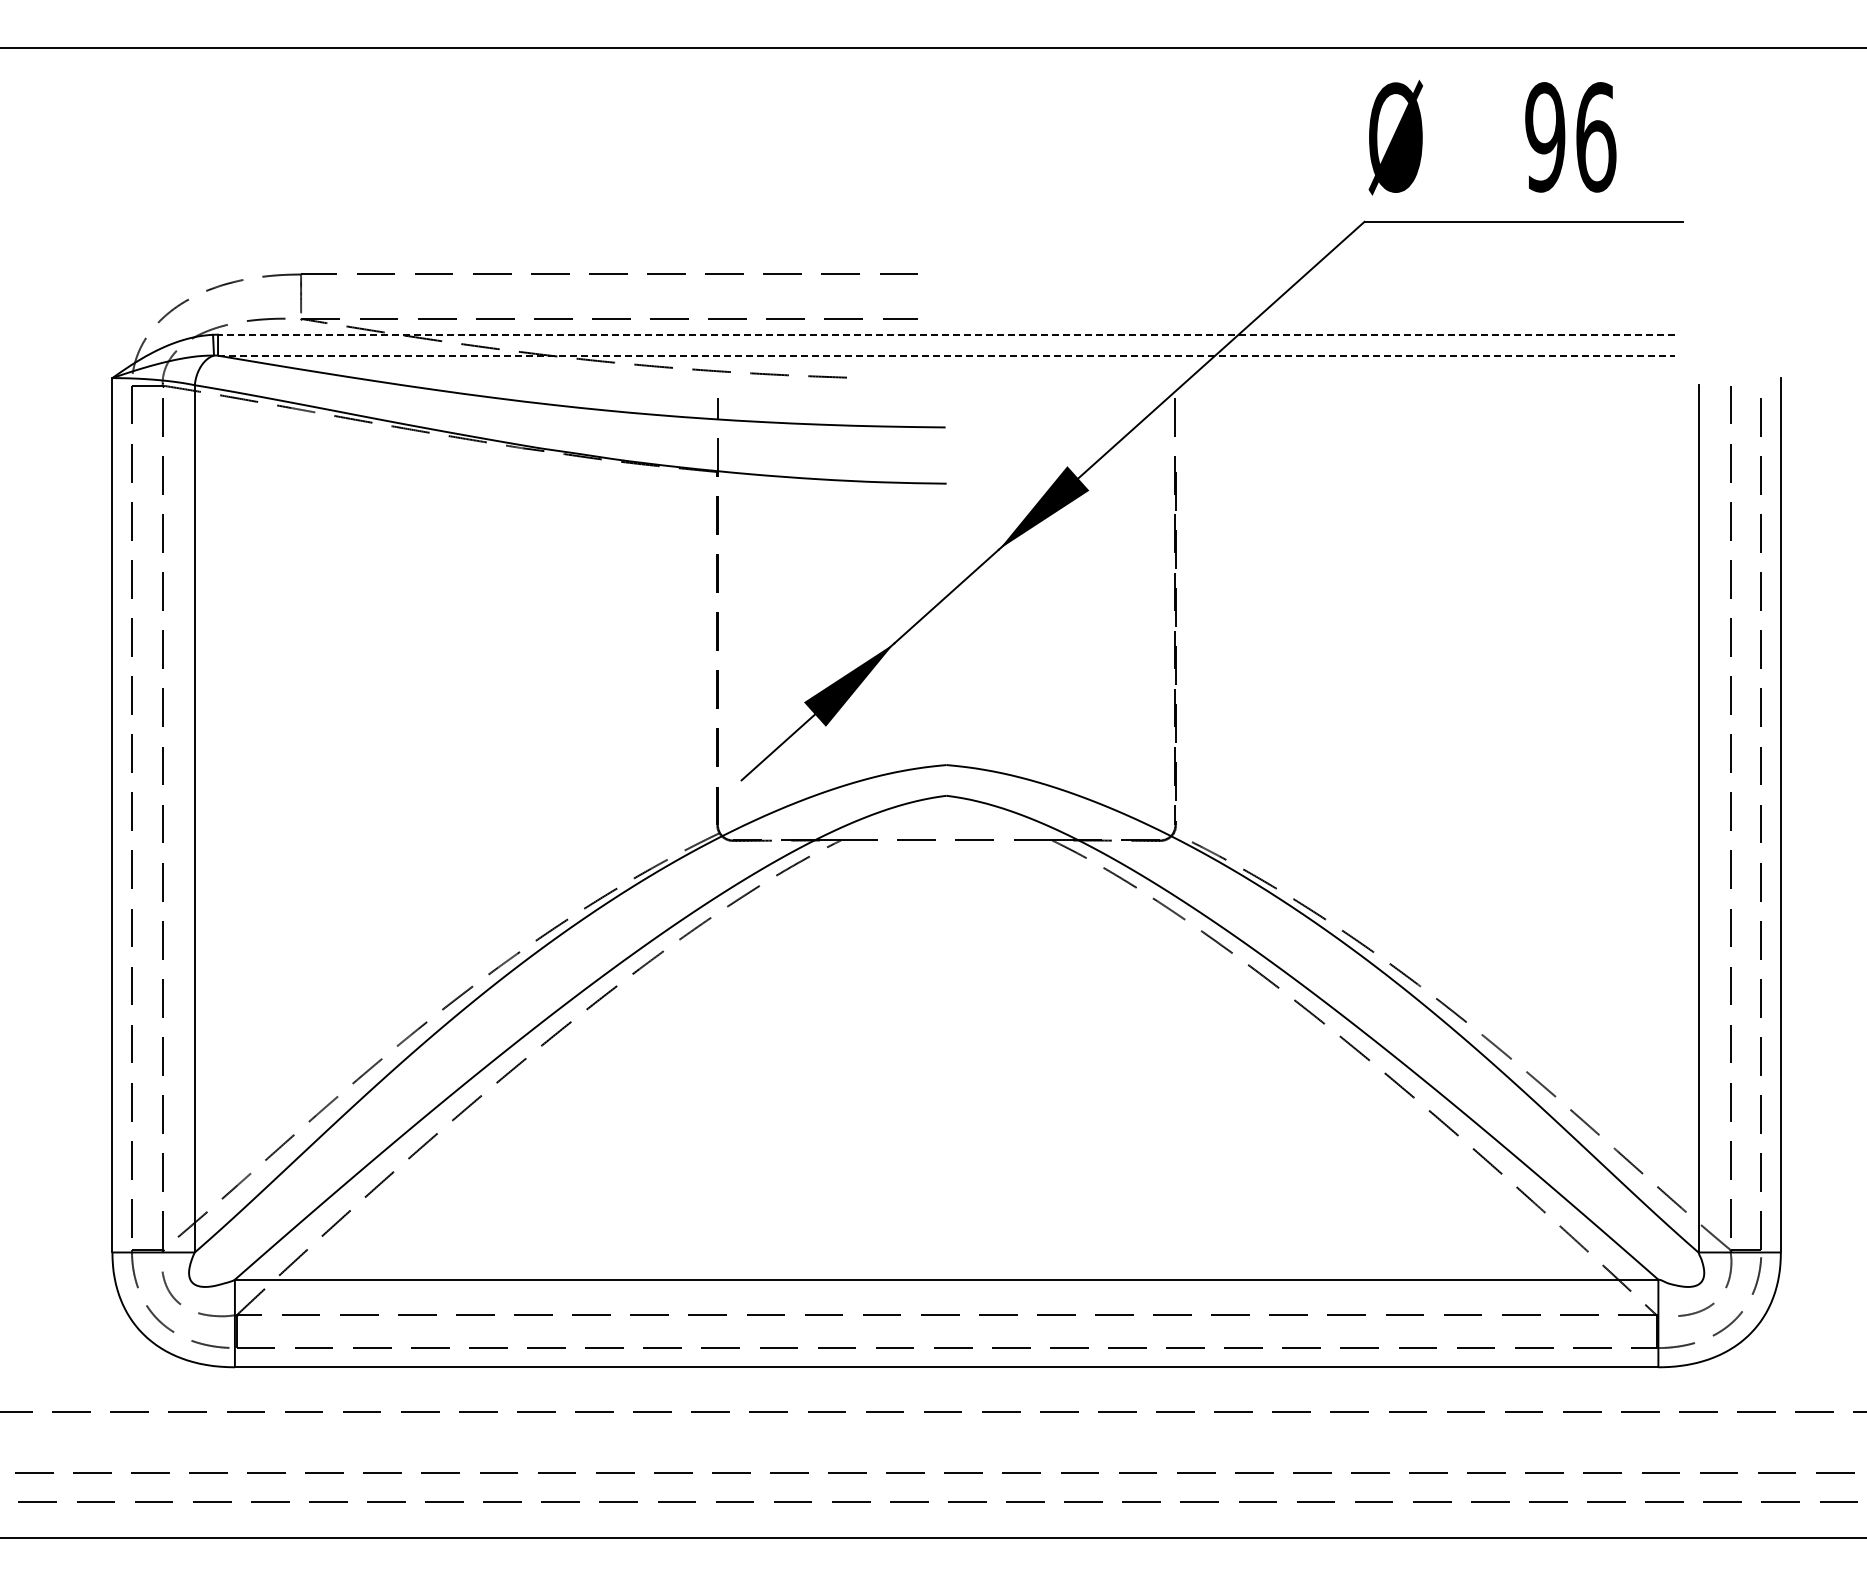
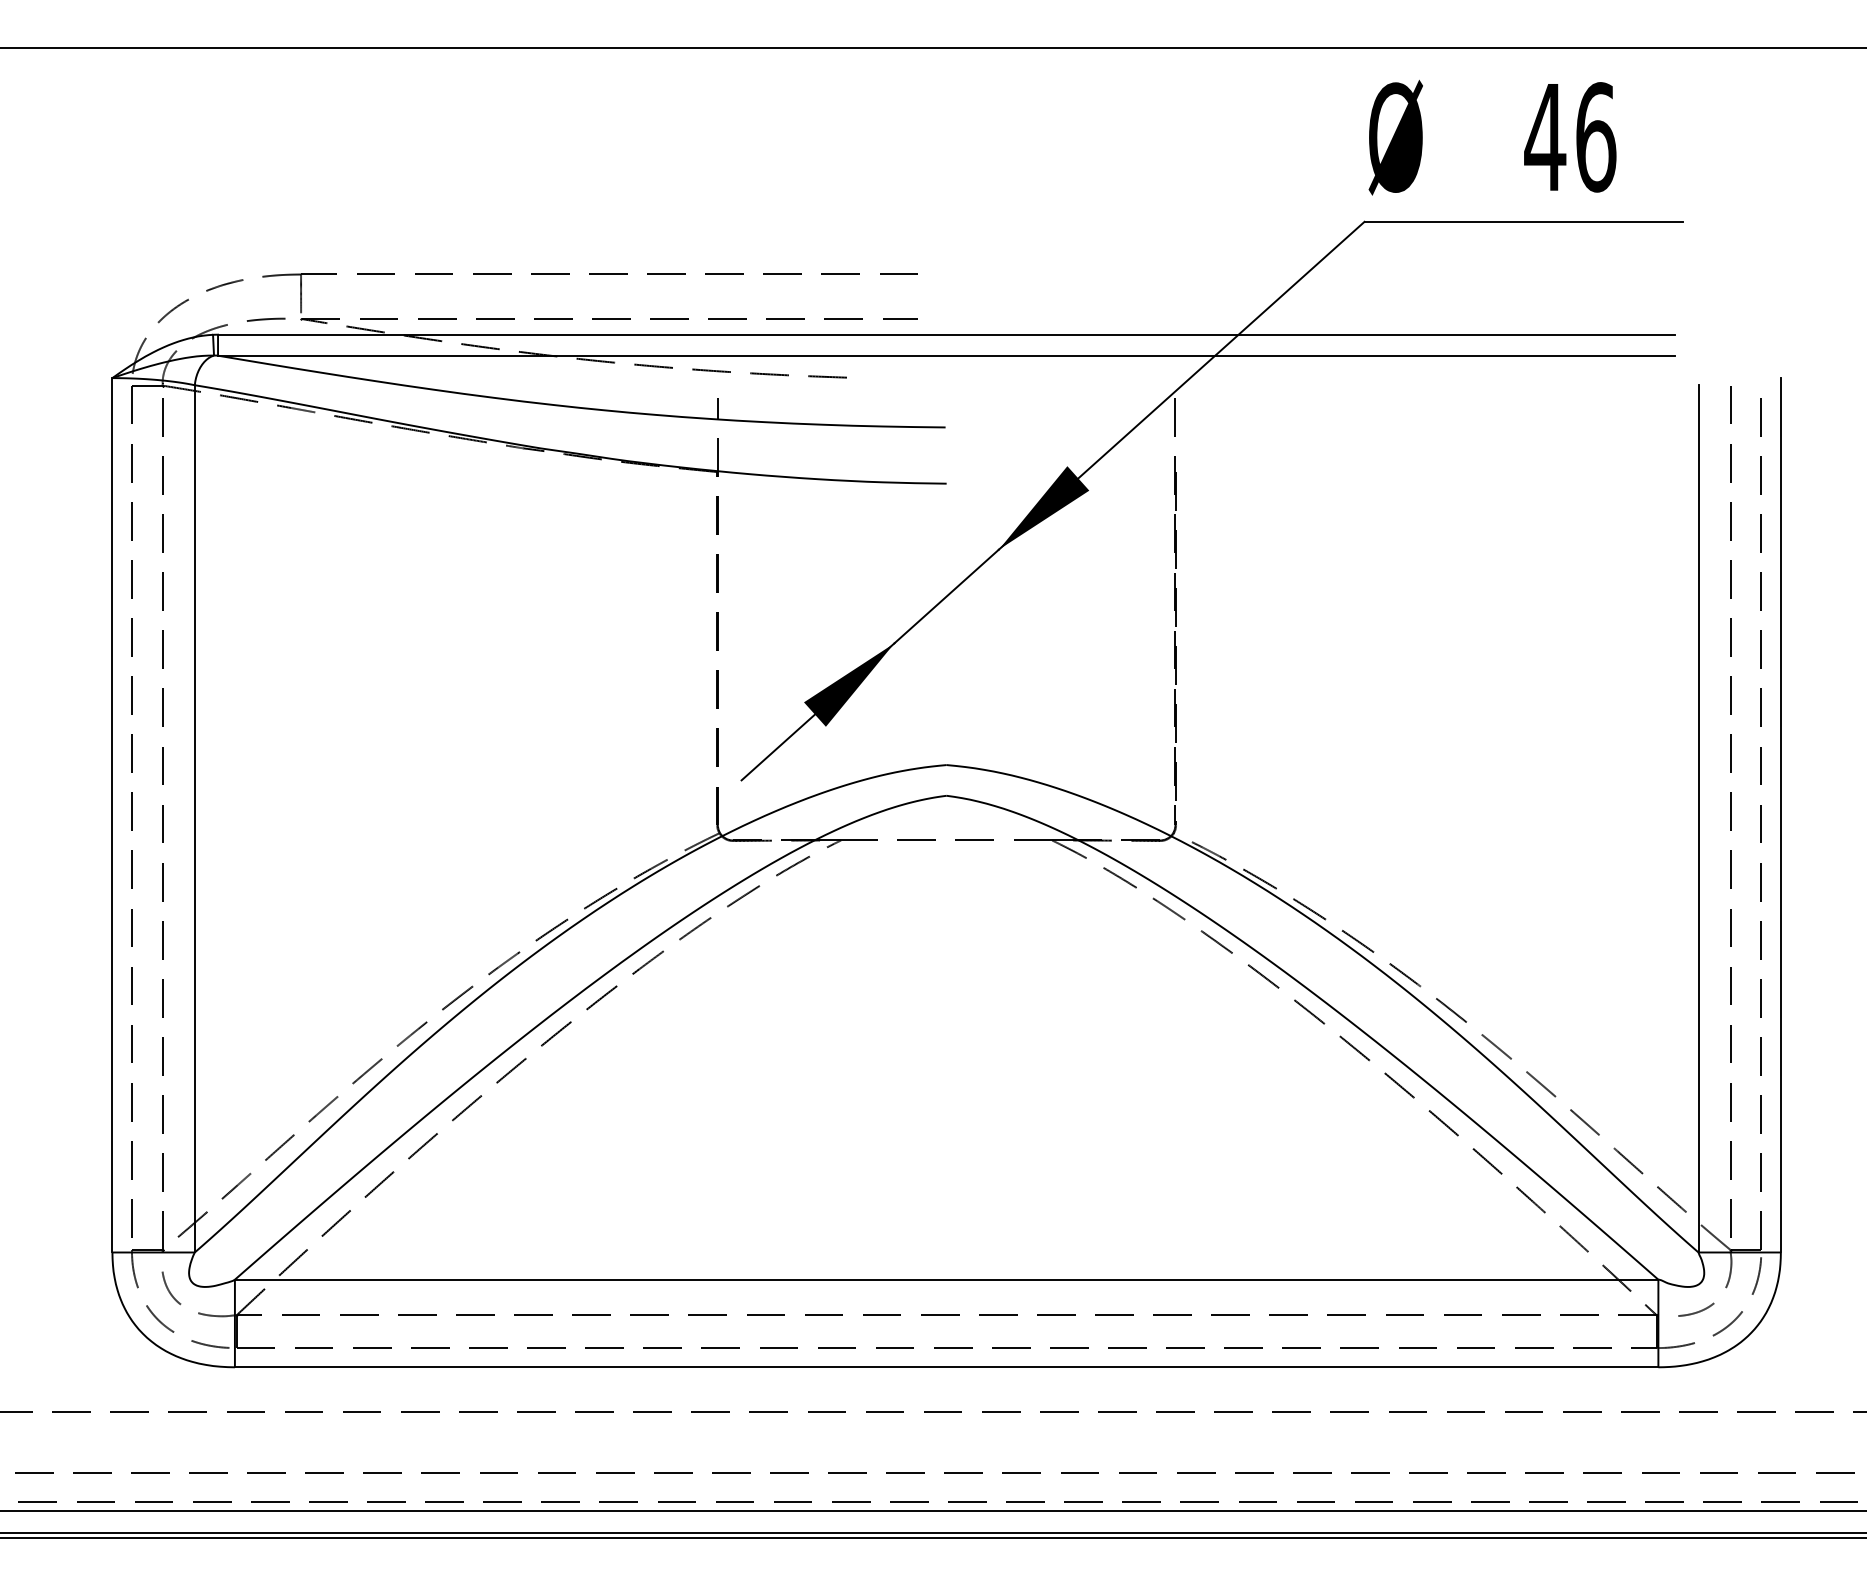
text at (1545, 137): 96 -> 46
line at (946, 334): dashed -> solid
line at (946, 355): dashed -> solid
line at (932, 1511): none -> present
line at (932, 1532): none -> present
